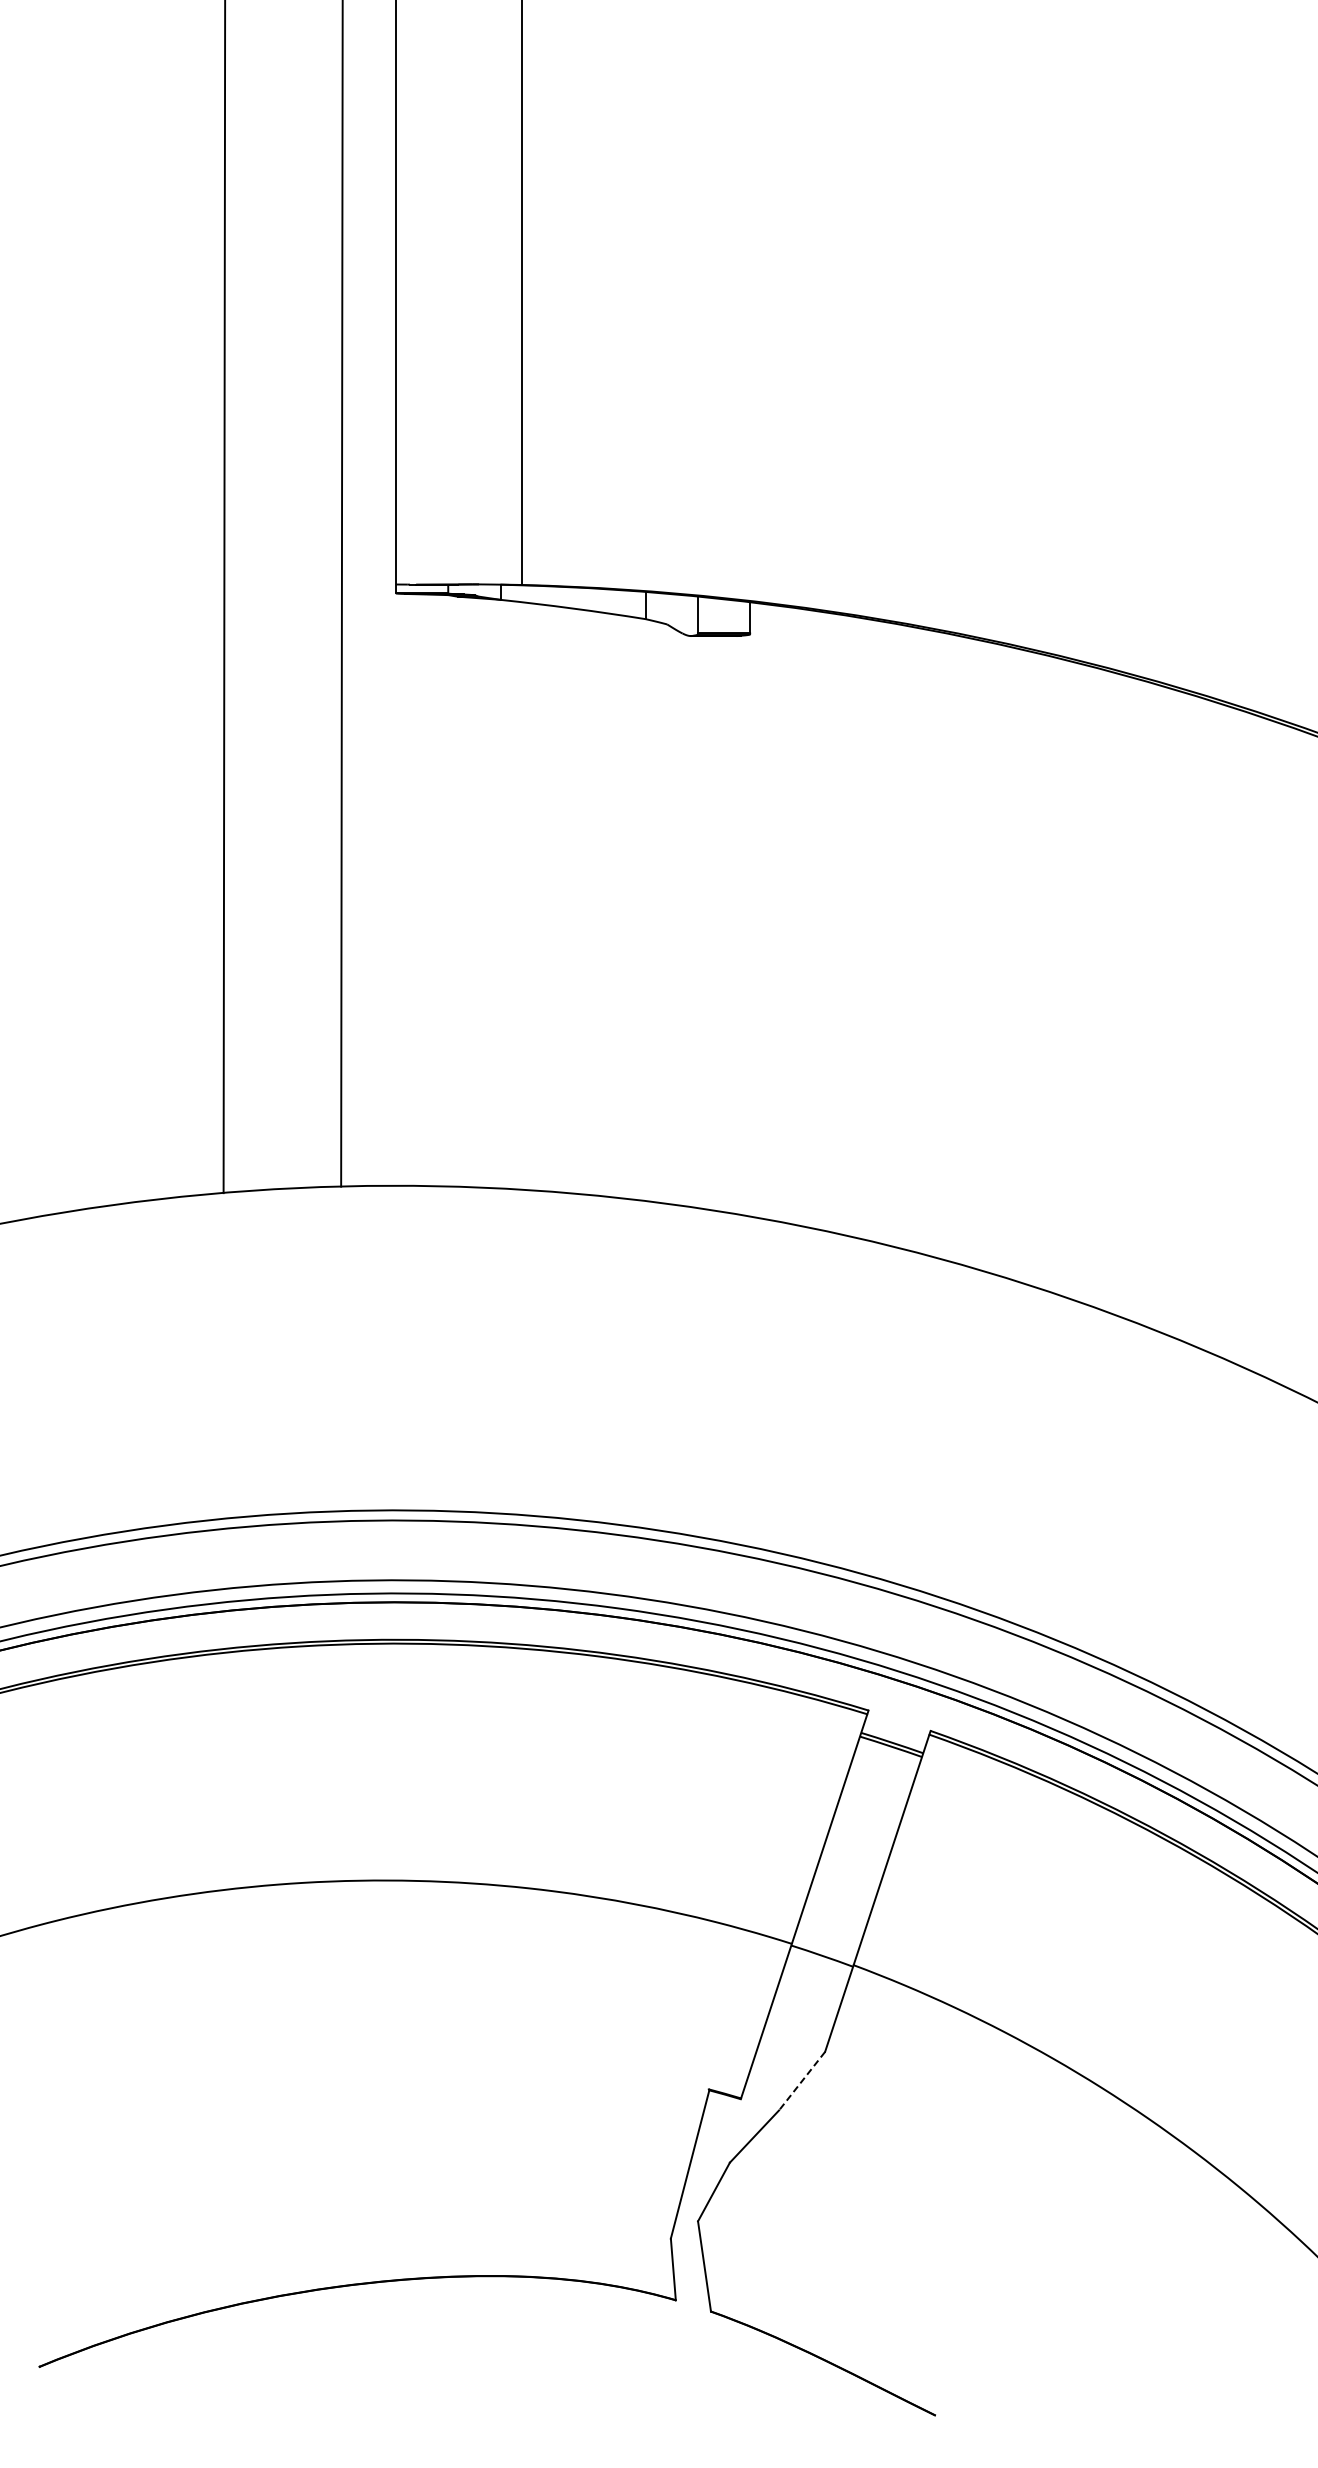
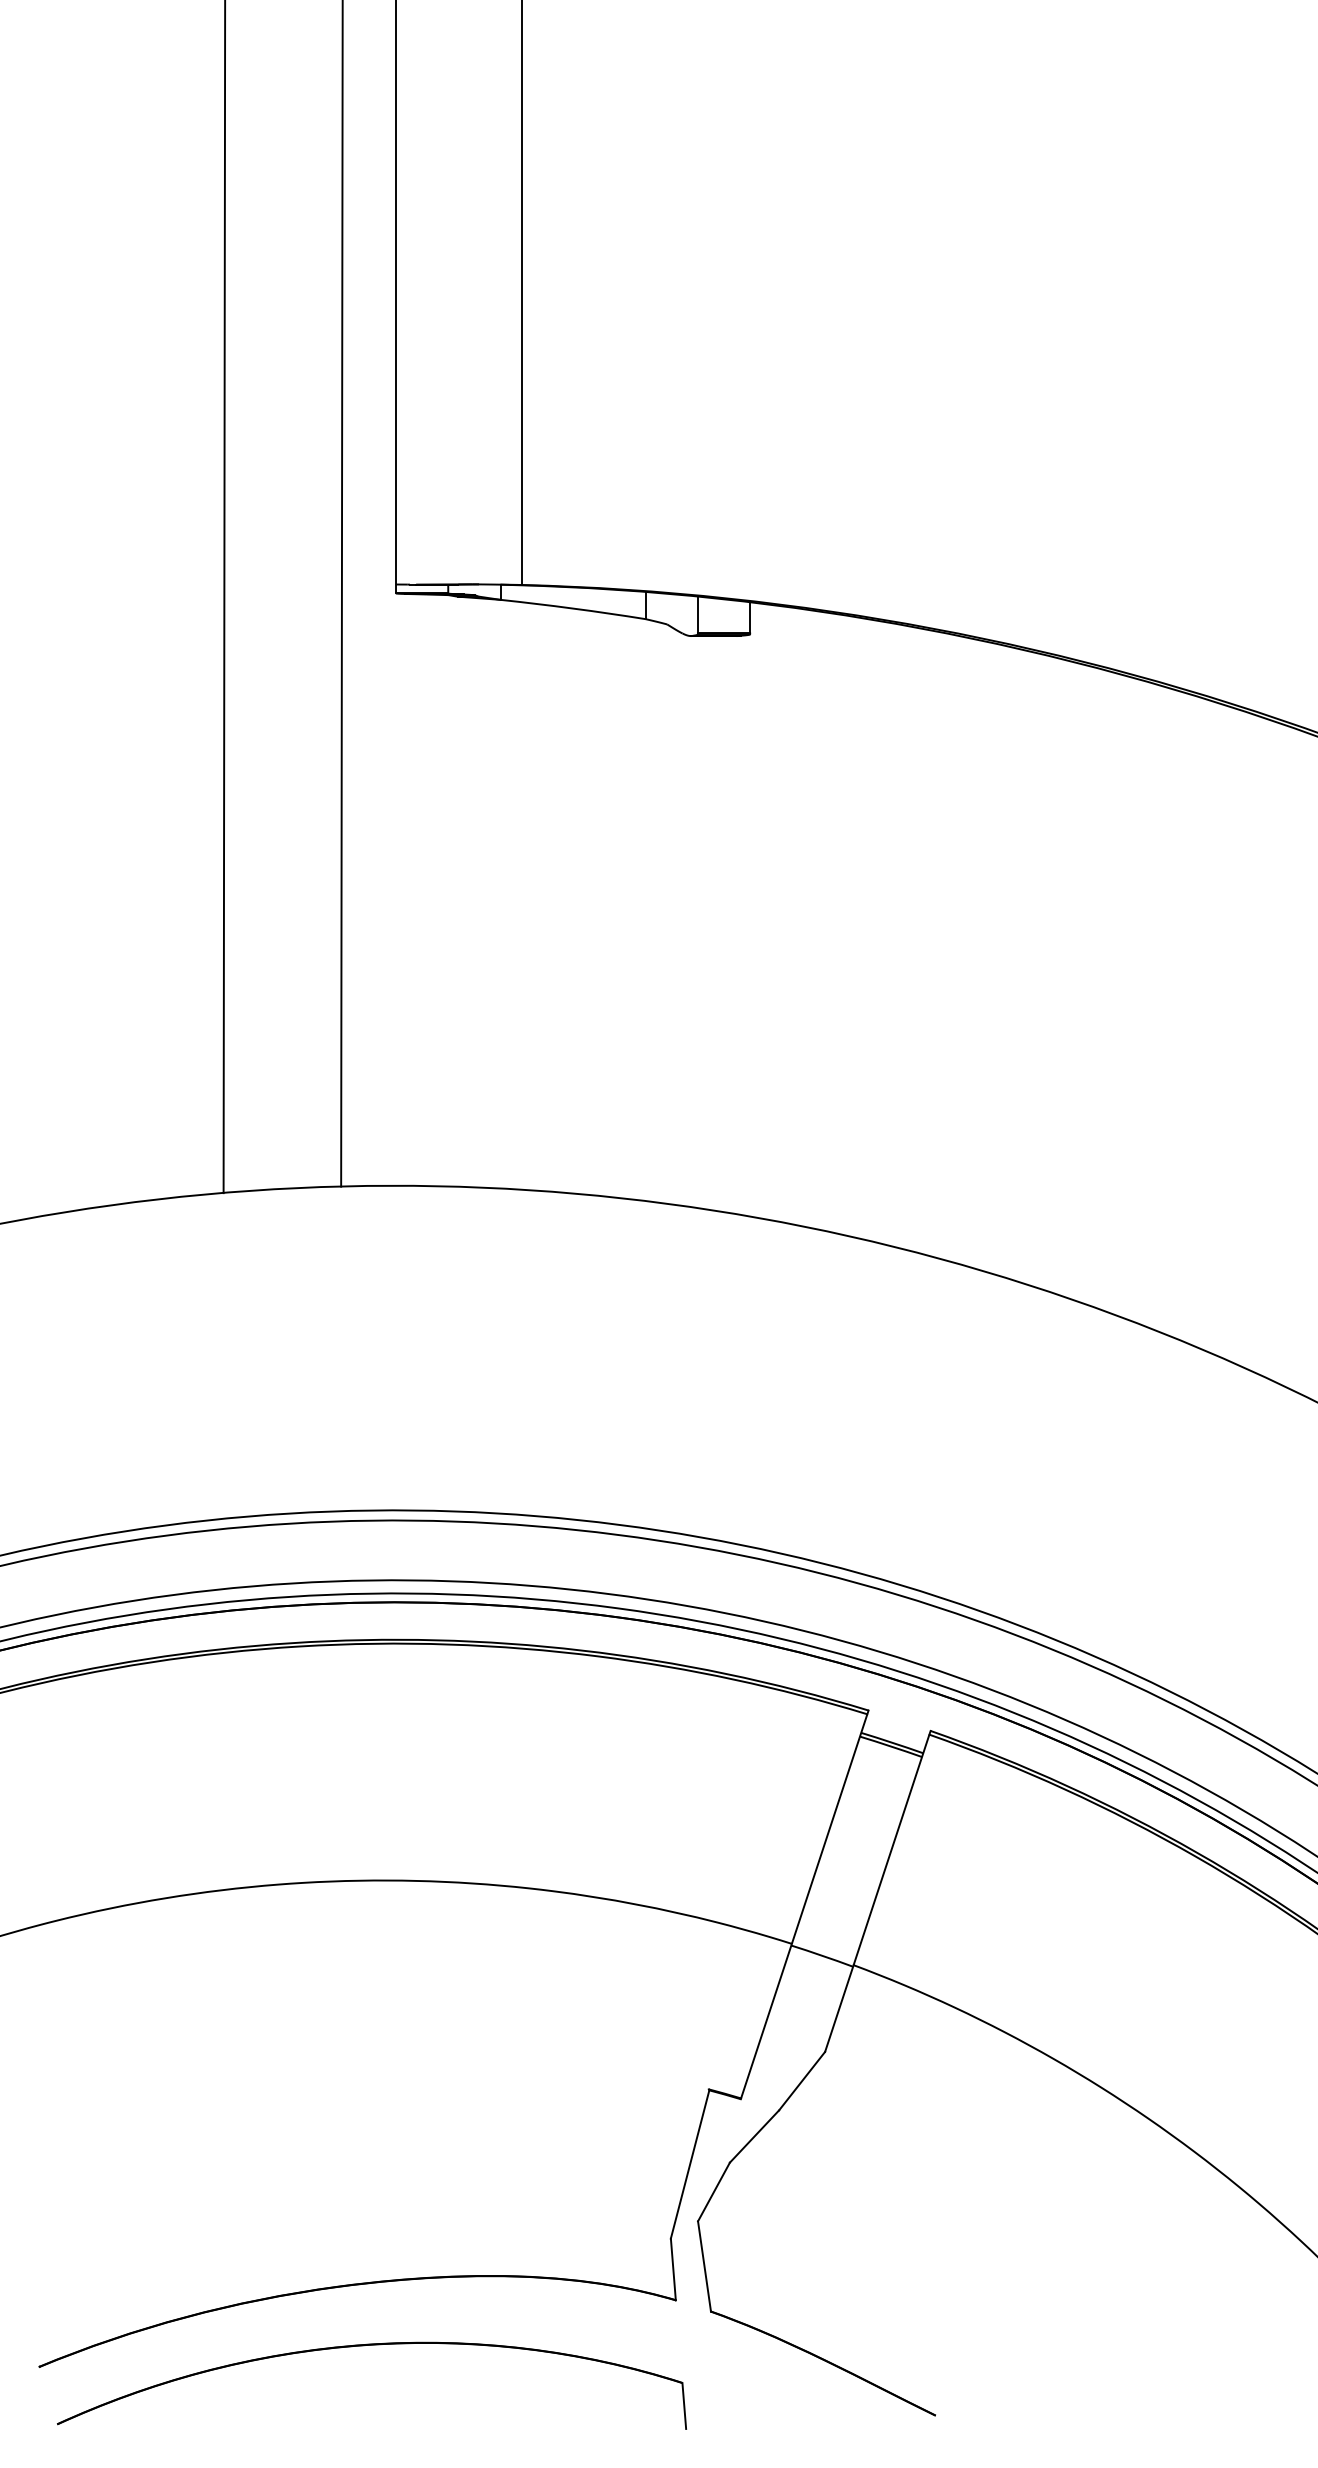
line at (801, 2081): dashed -> solid
part at (364, 2346): none -> present
